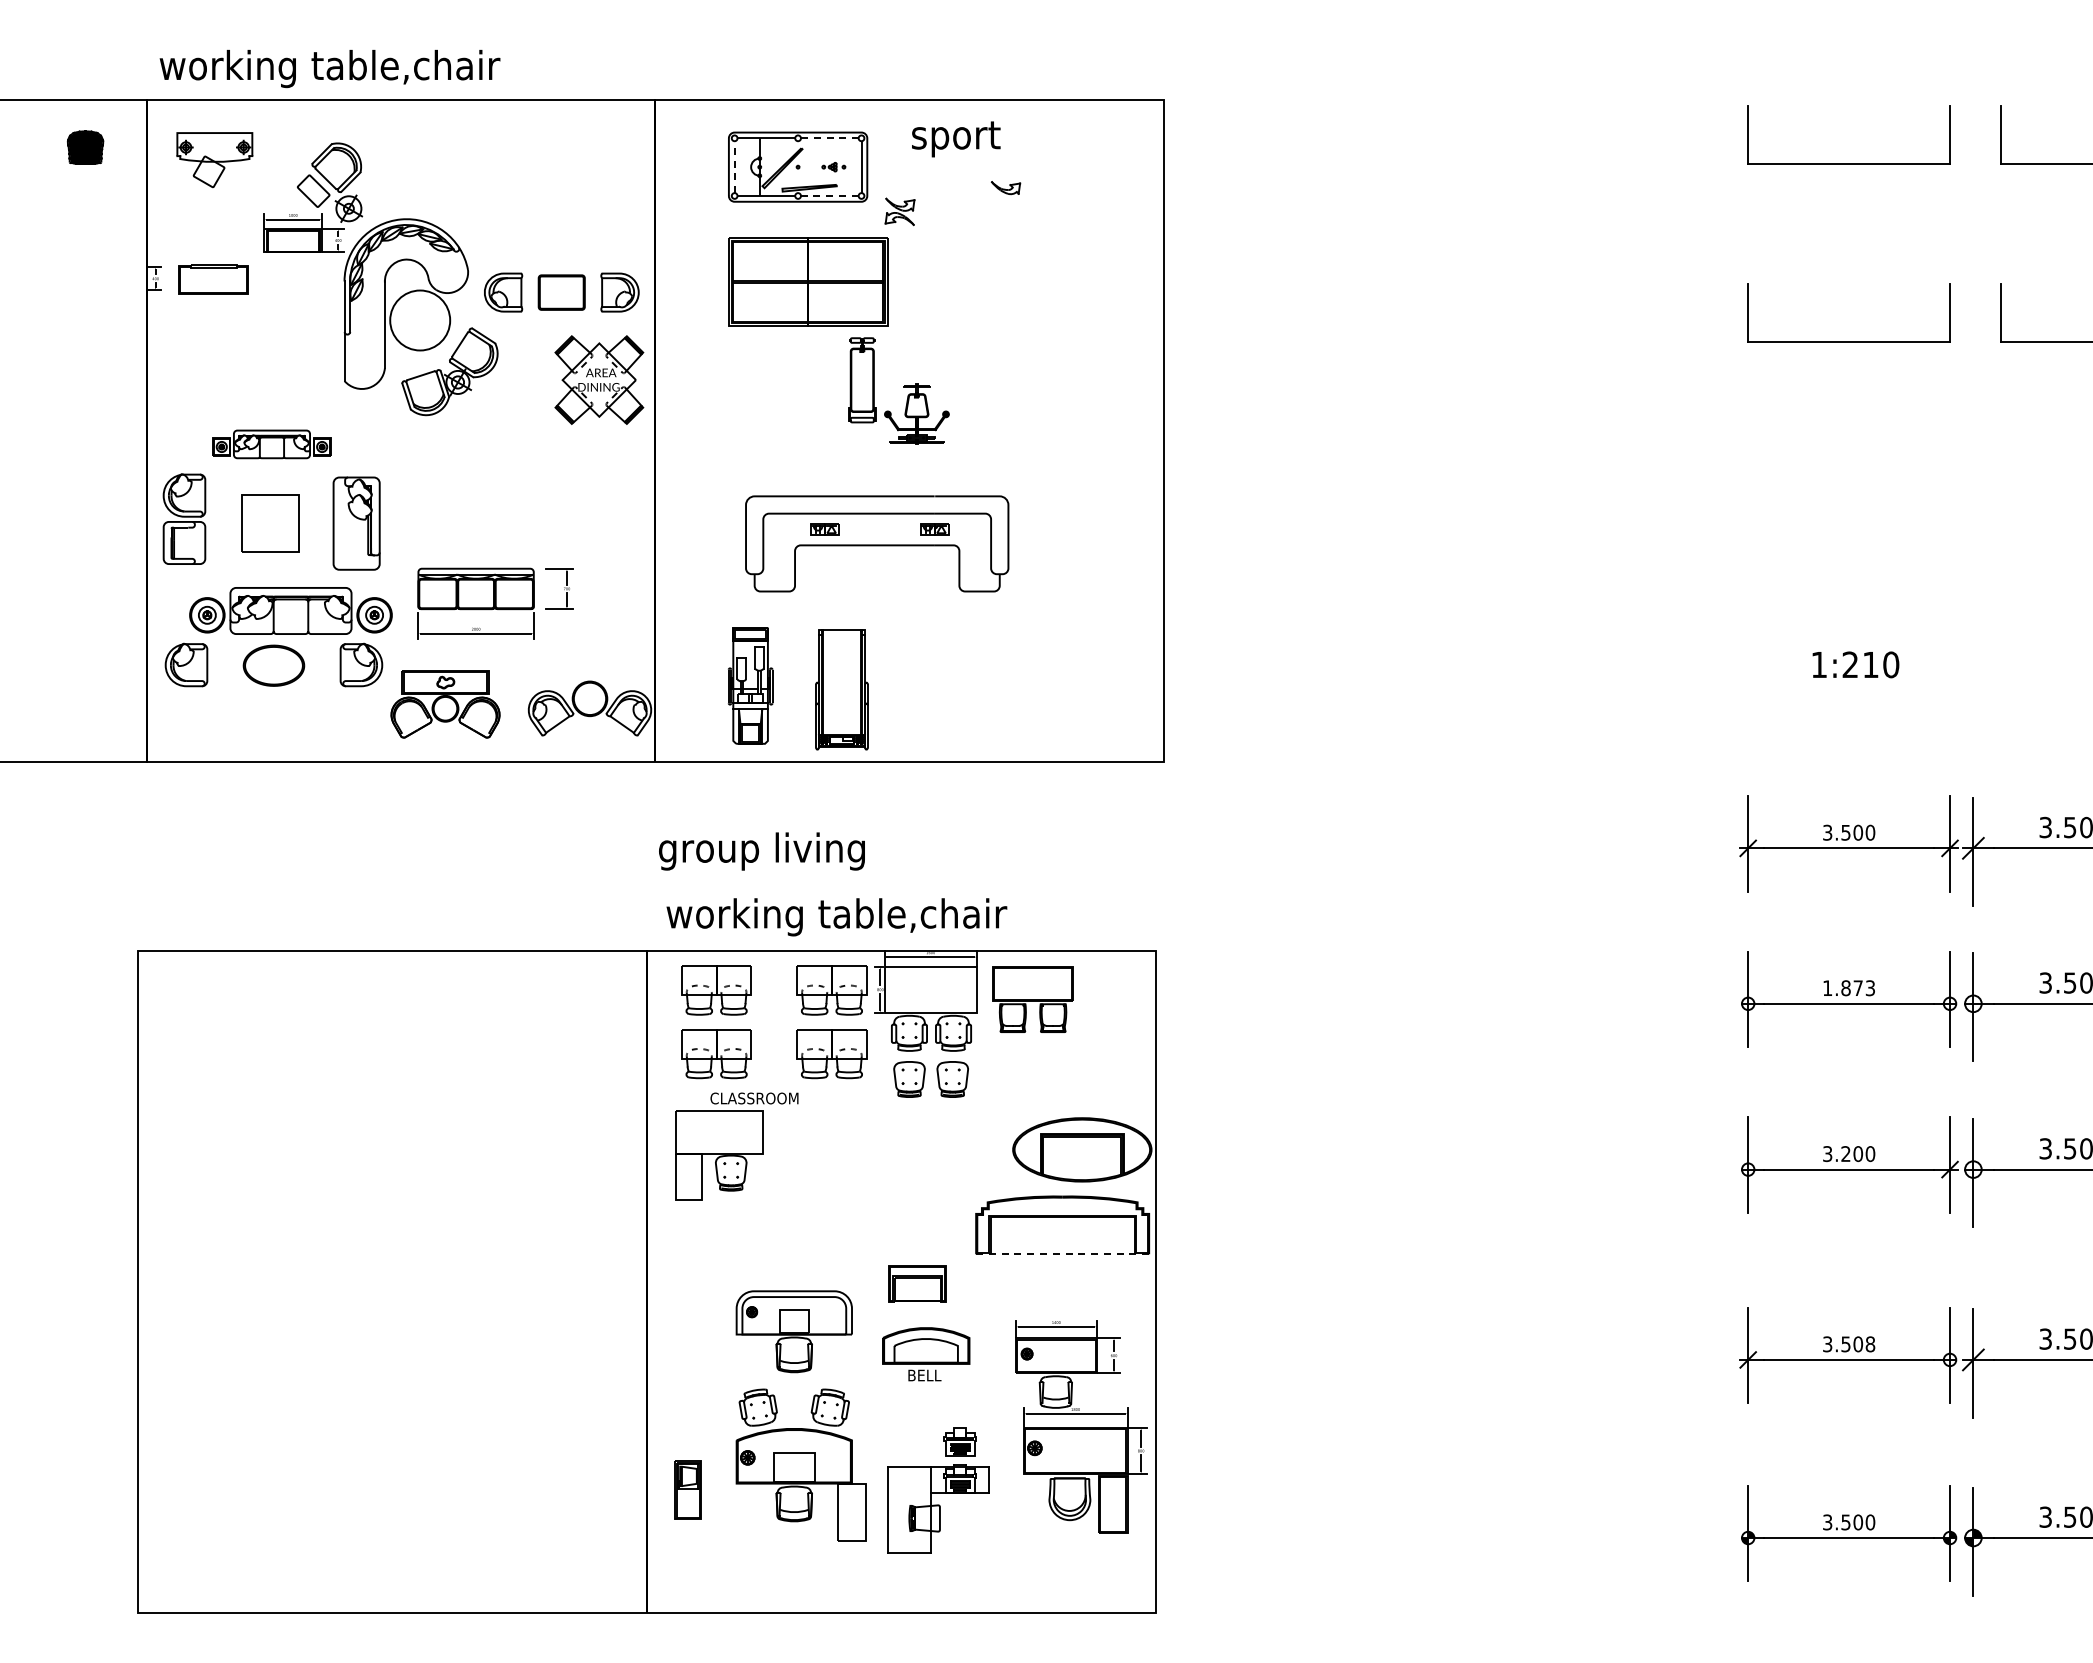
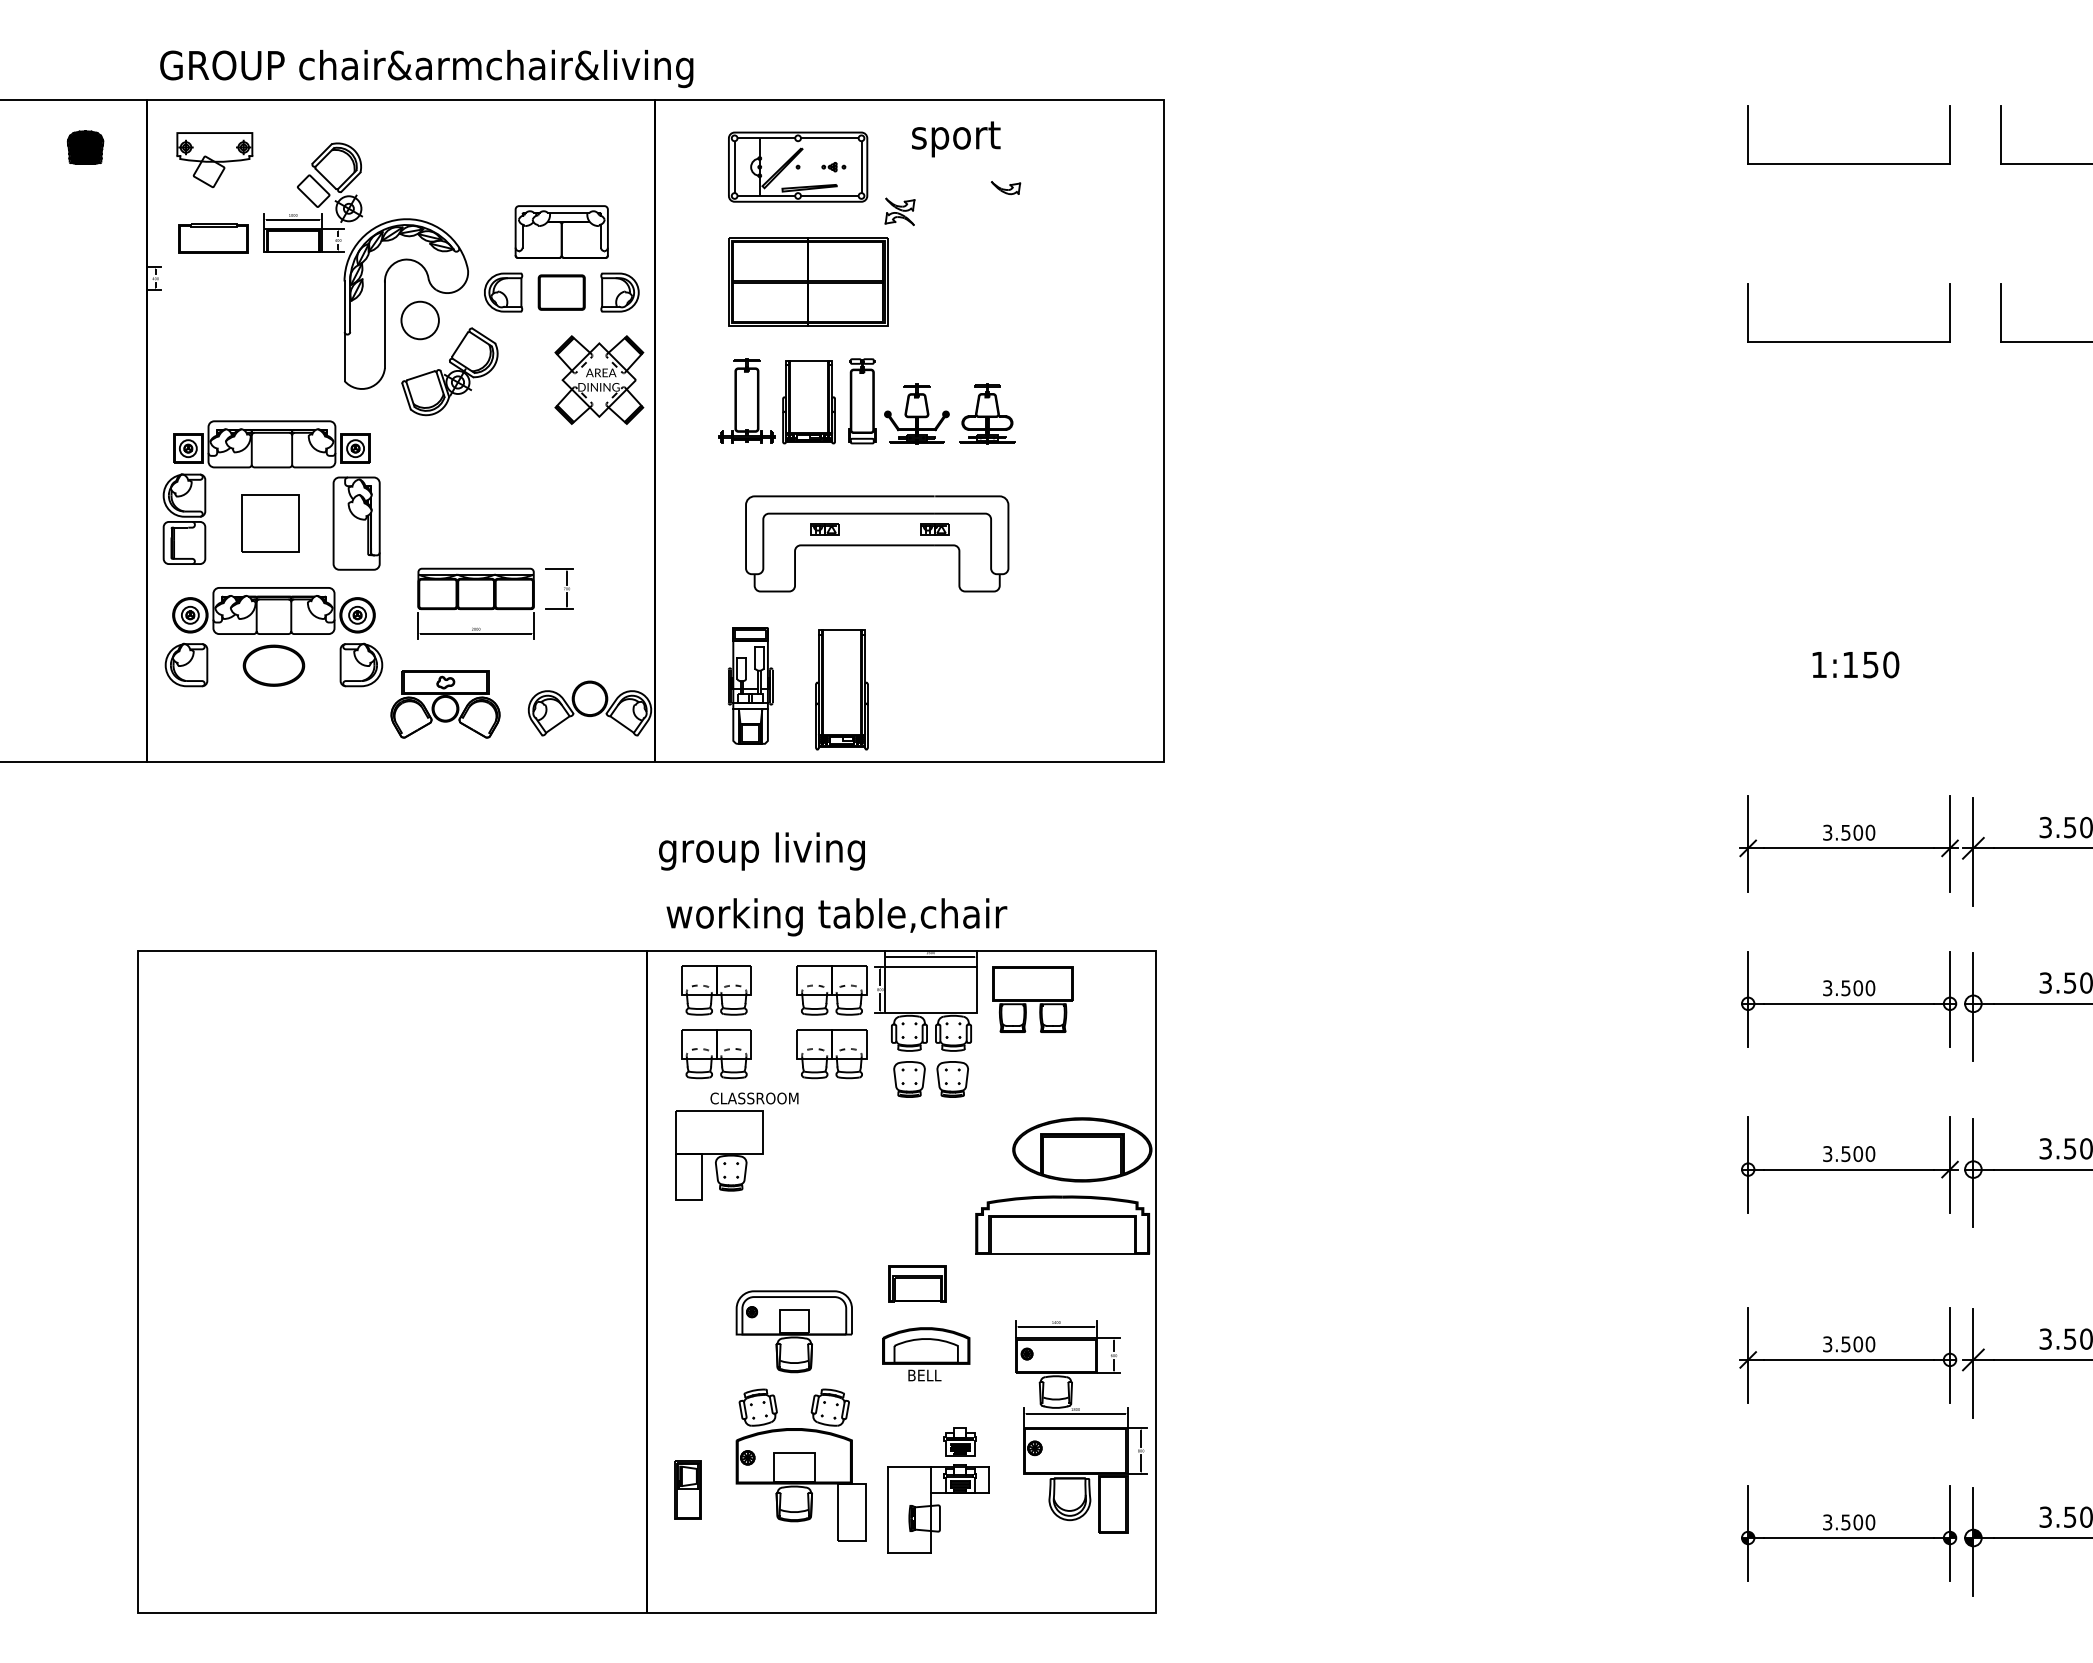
text at (426, 68): working table,chair -> GROUP chair&armchair&living
line at (829, 138): dashed -> solid
line at (734, 167): dashed -> solid
line at (829, 196): dashed -> solid
part at (561, 231): none -> present
part at (213, 279) position: (213, 279) -> (213, 238)
circle at (420, 320) diameter: 60 px -> 37 px
part at (862, 380) position: (862, 380) -> (862, 401)
part at (776, 401): none -> present
part at (987, 413): none -> present
part at (271, 444) size: 120x31 px -> 198x49 px
part at (290, 610) position: (290, 610) -> (273, 610)
text at (1860, 664): 1:210 -> 1:150
text at (1849, 988): 1.873 -> 3.500
text at (1845, 1154): 3.200 -> 3.500
line at (1062, 1254): dashed -> solid
text at (1870, 1343): 3.508 -> 3.500
